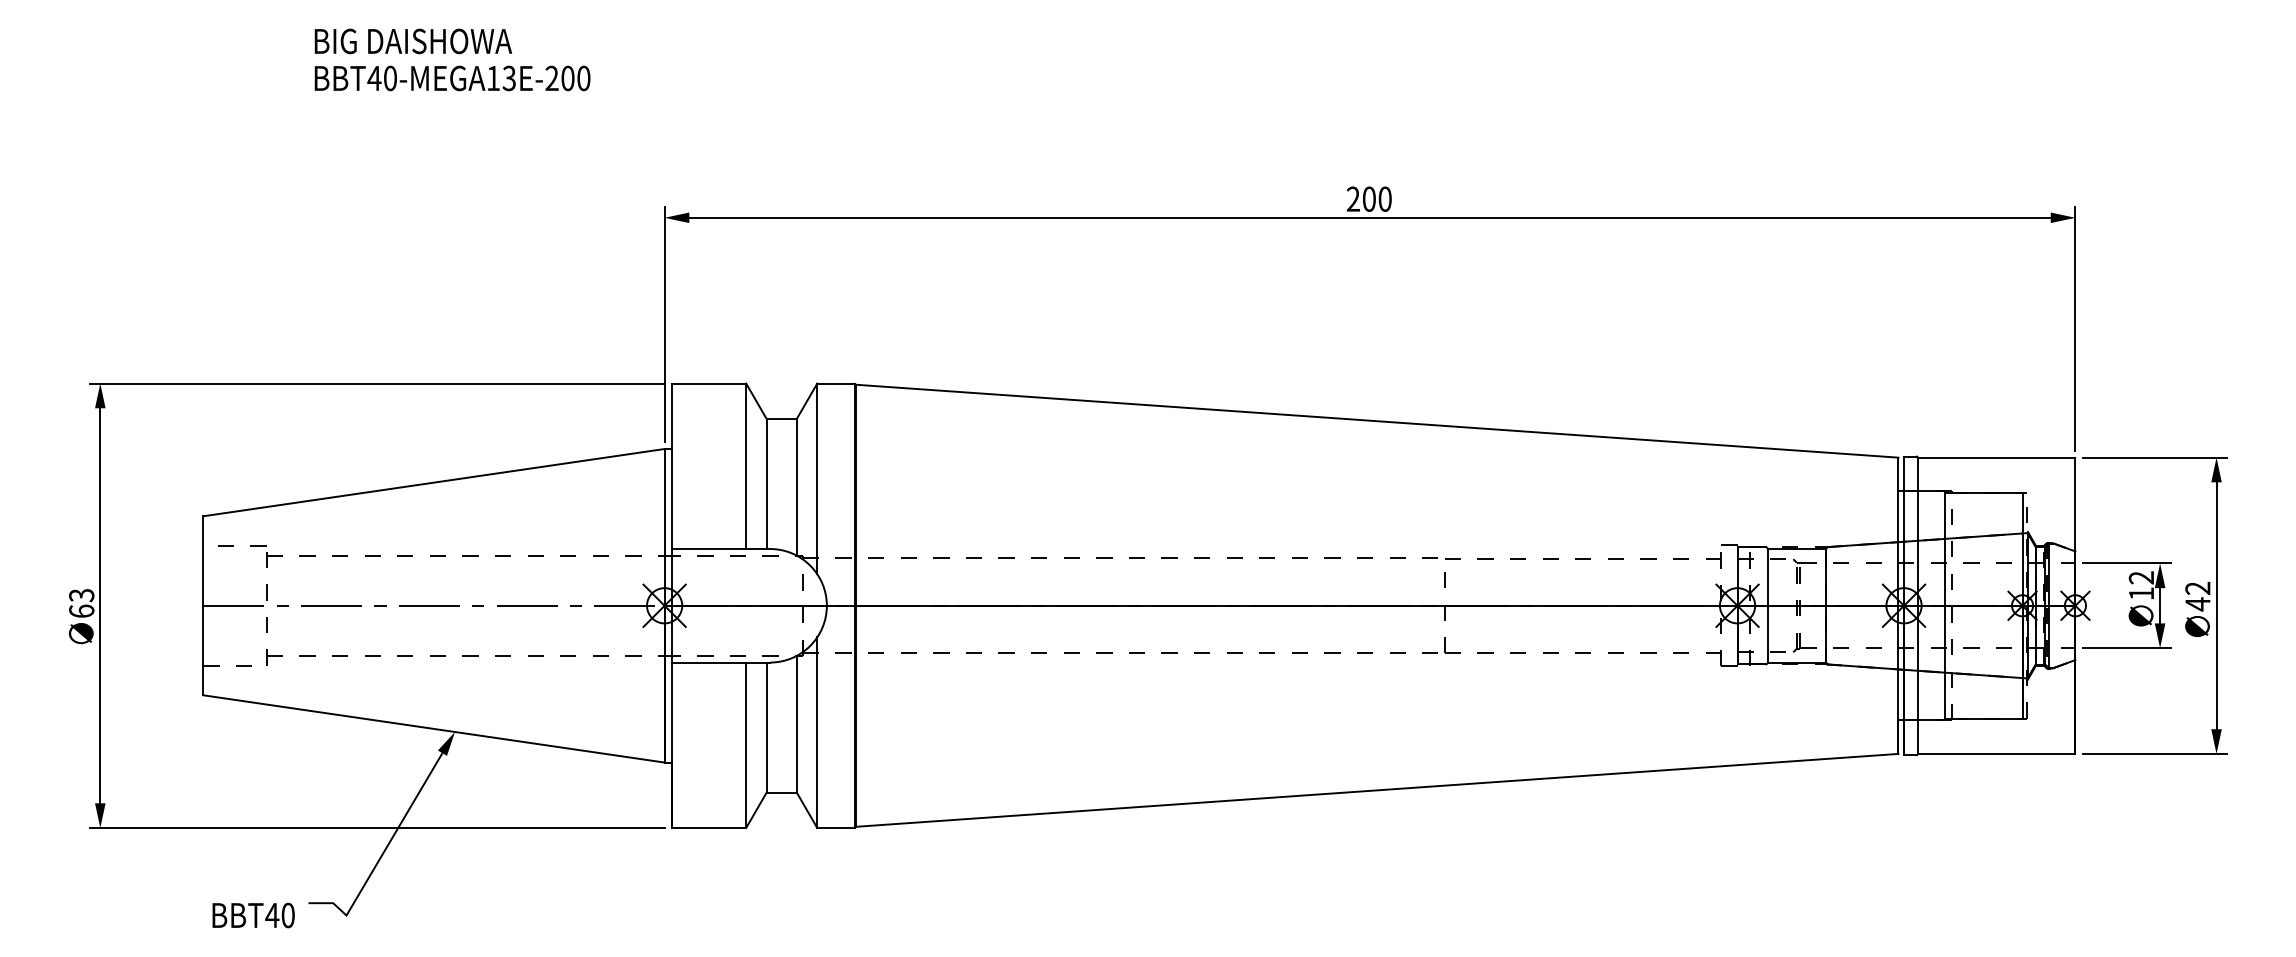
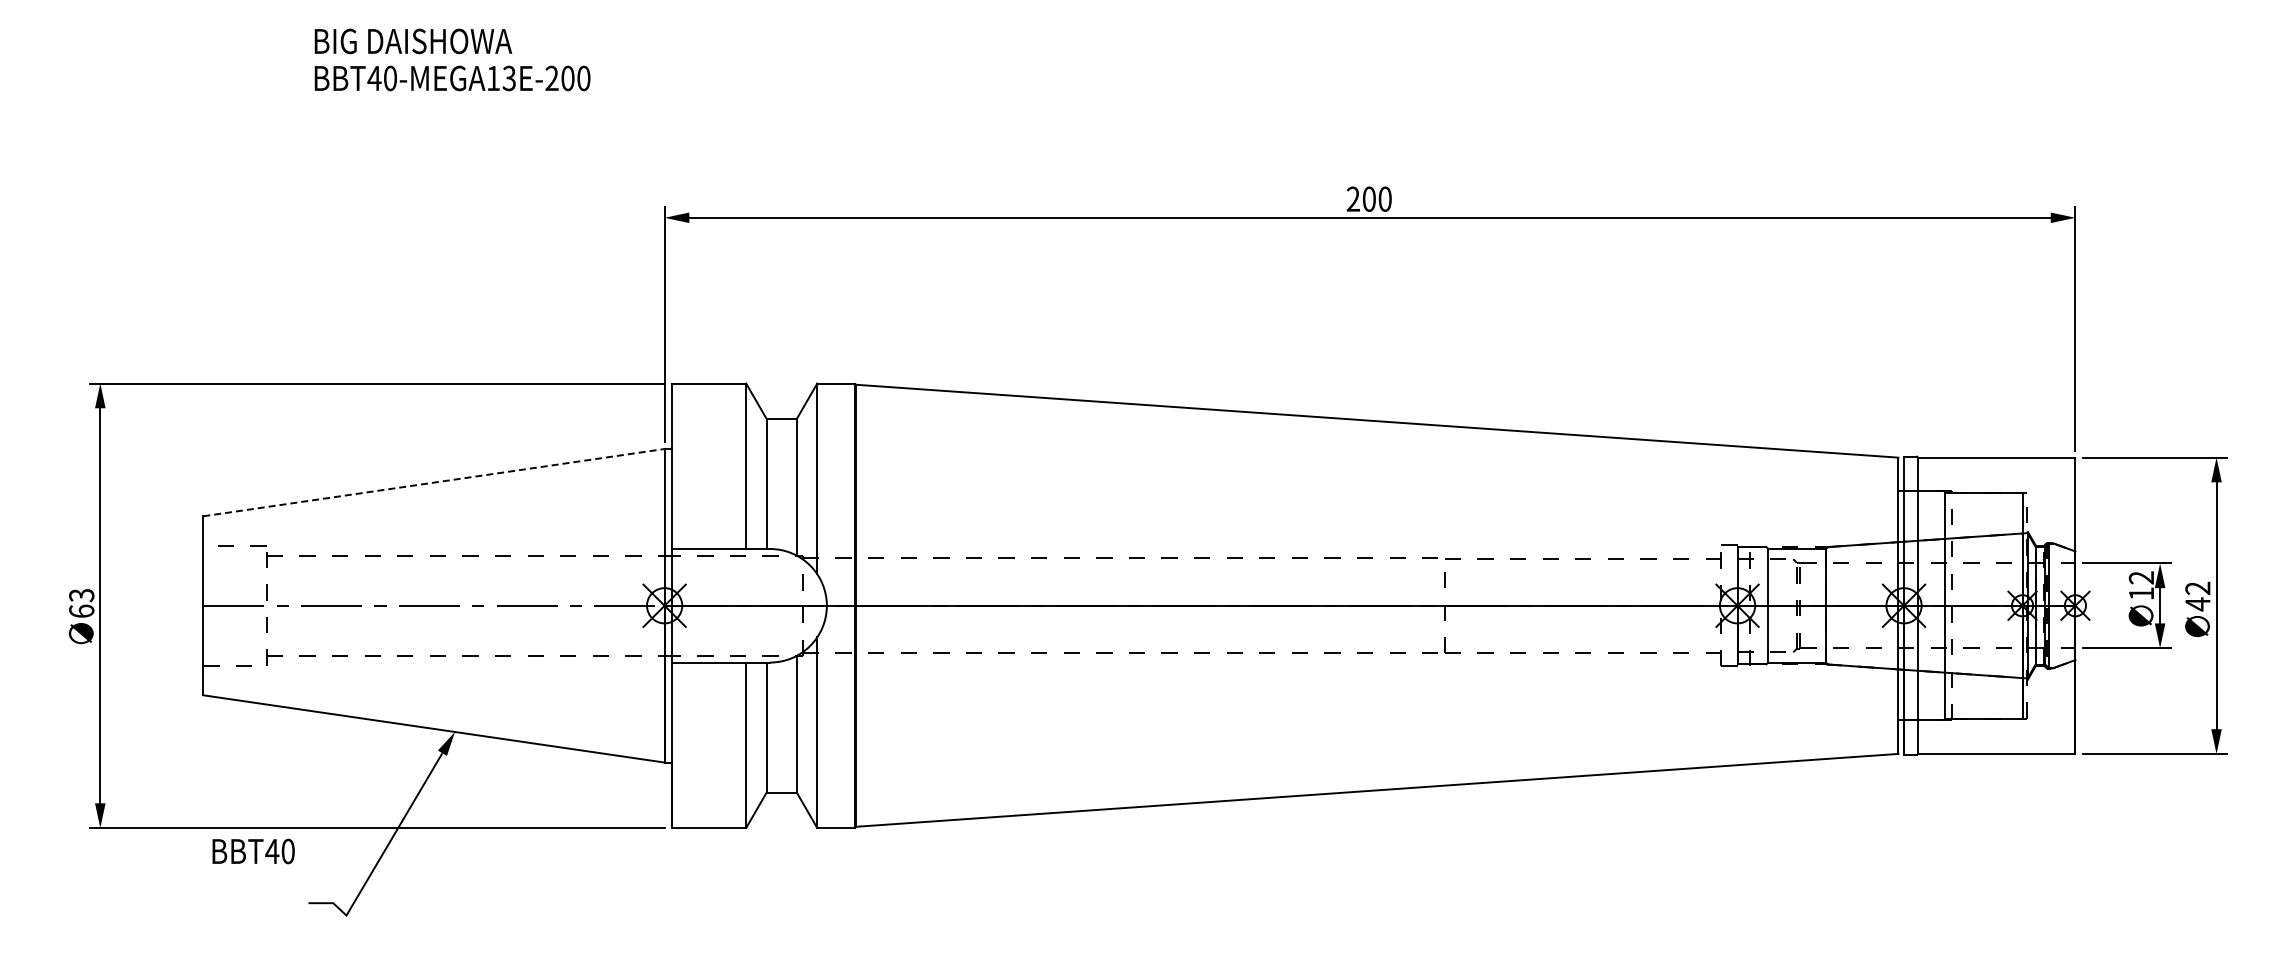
line at (434, 482): solid -> dashed
text at (253, 915) position: (253, 915) -> (253, 851)
